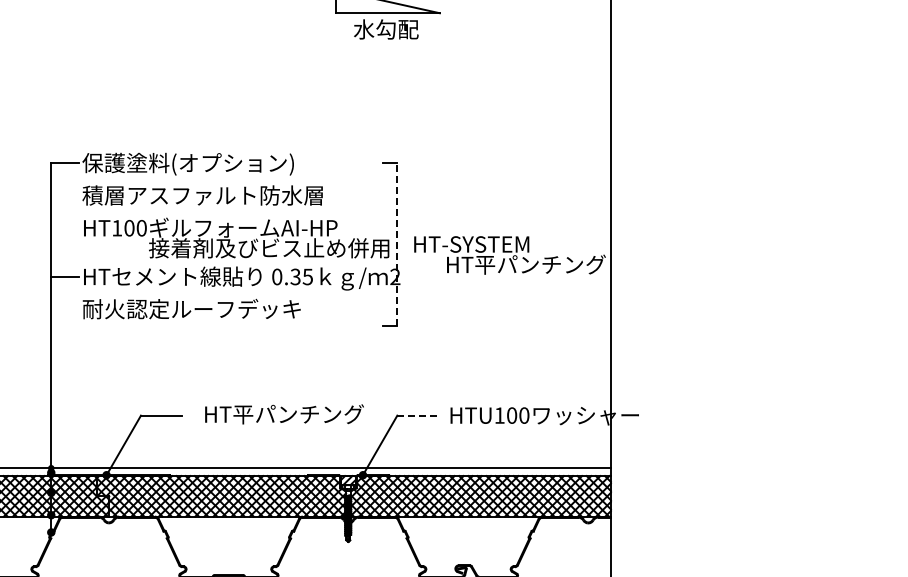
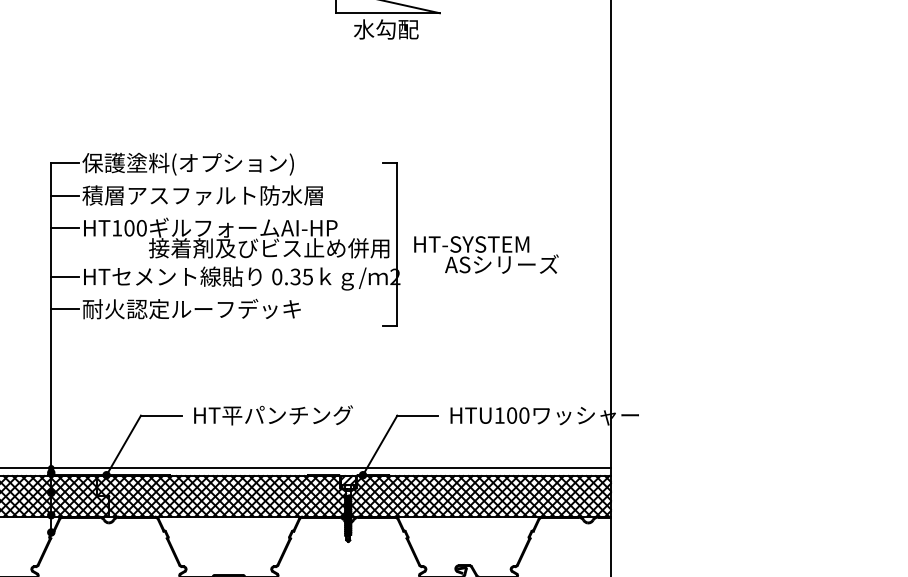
line at (65, 195): none -> present
line at (65, 228): none -> present
line at (397, 244): dashed -> solid
text at (525, 264): HT平パンチング -> ASシリーズ
line at (65, 309): none -> present
text at (284, 414) position: (284, 414) -> (273, 415)
line at (418, 415): dashed -> solid
